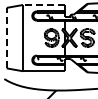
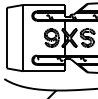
line at (43, 5): dashed -> solid
line at (6, 37): dashed -> solid
